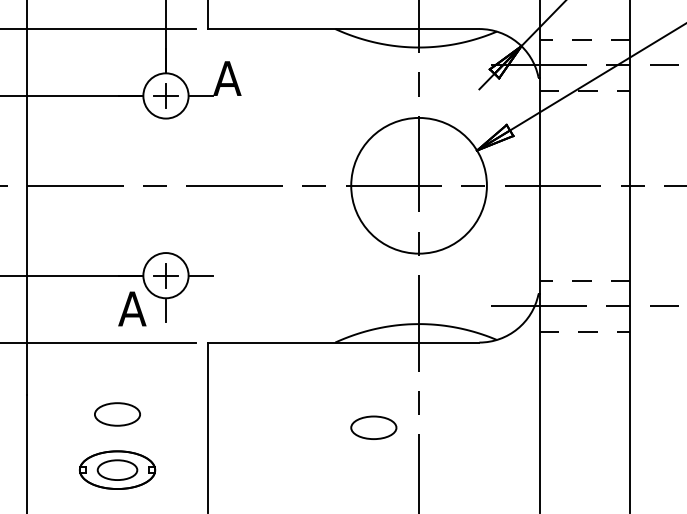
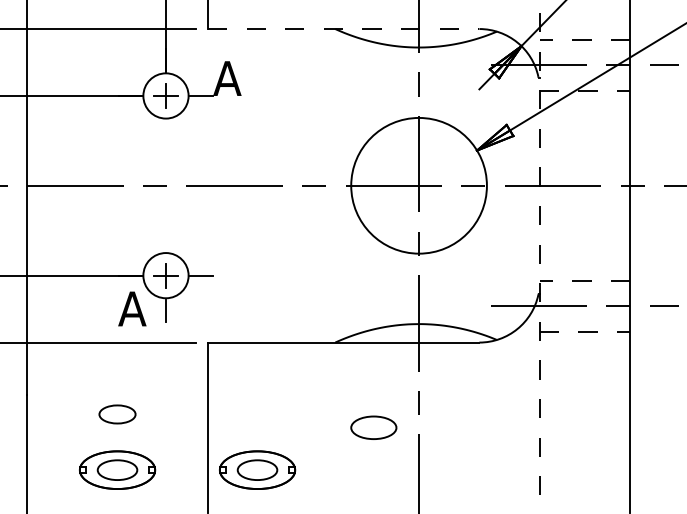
line at (343, 29): solid -> dashed
line at (539, 257): solid -> dashed
part at (117, 414) size: 47x25 px -> 39x21 px
part at (257, 469): none -> present
